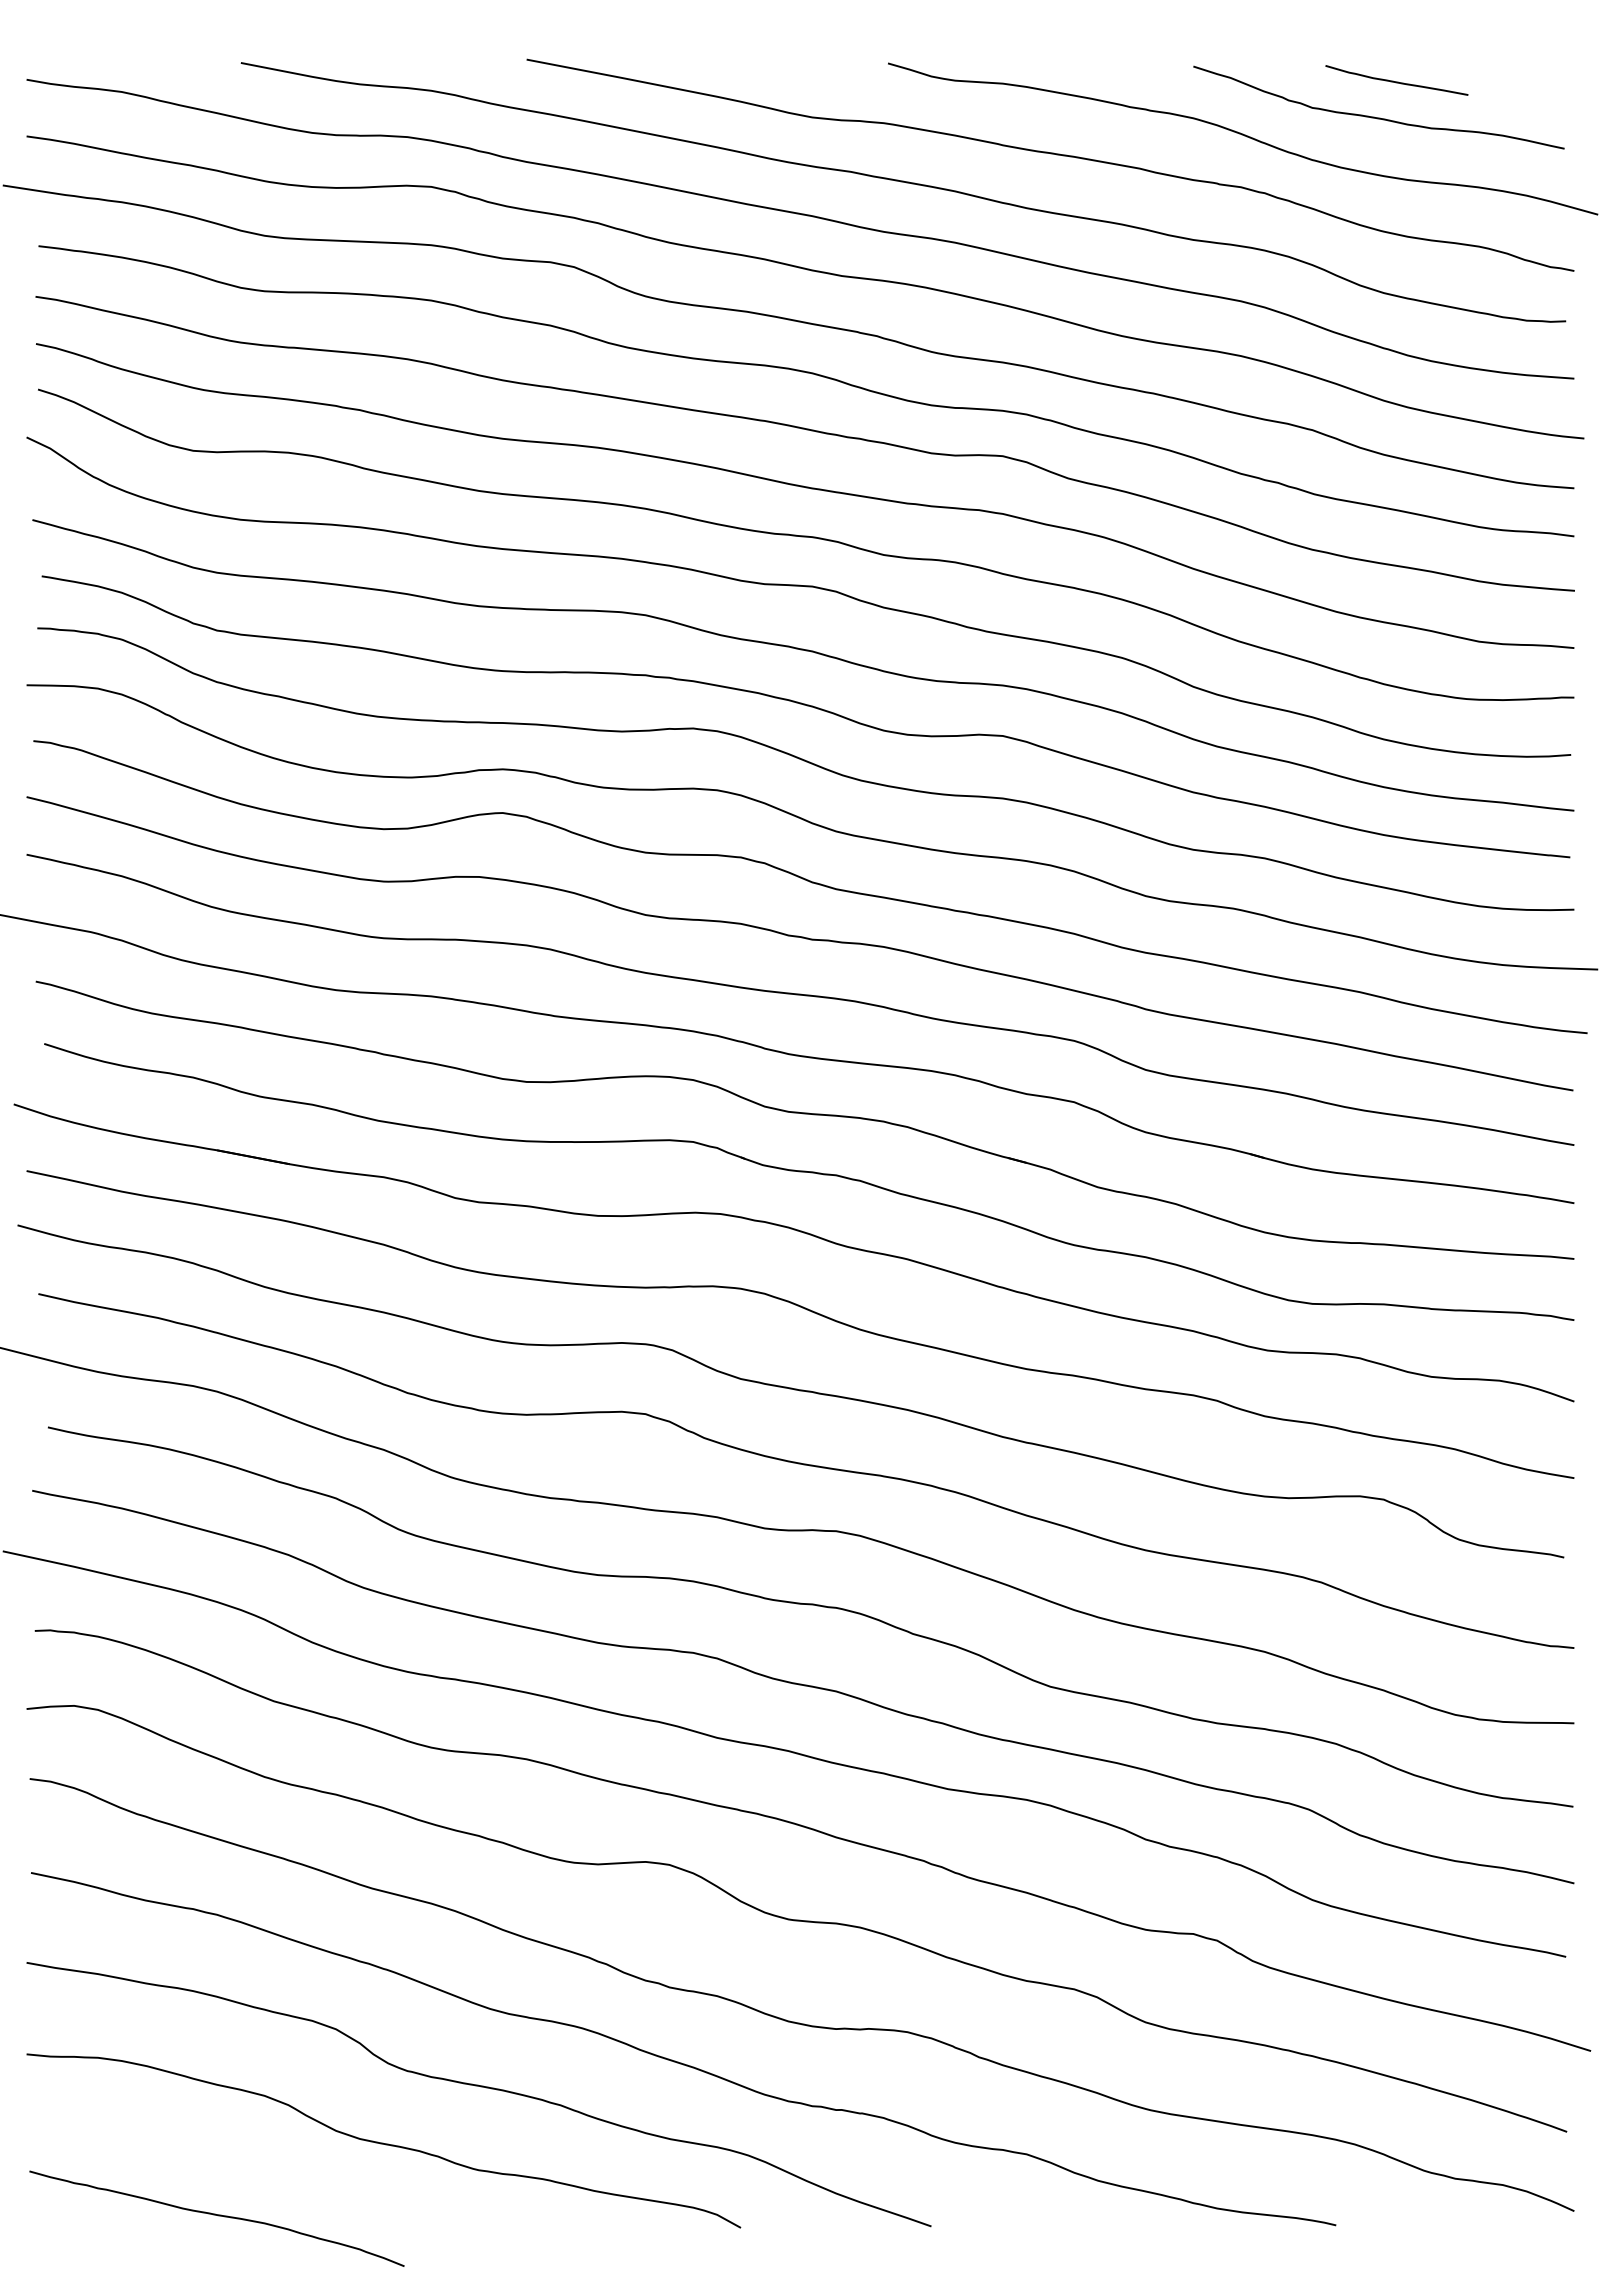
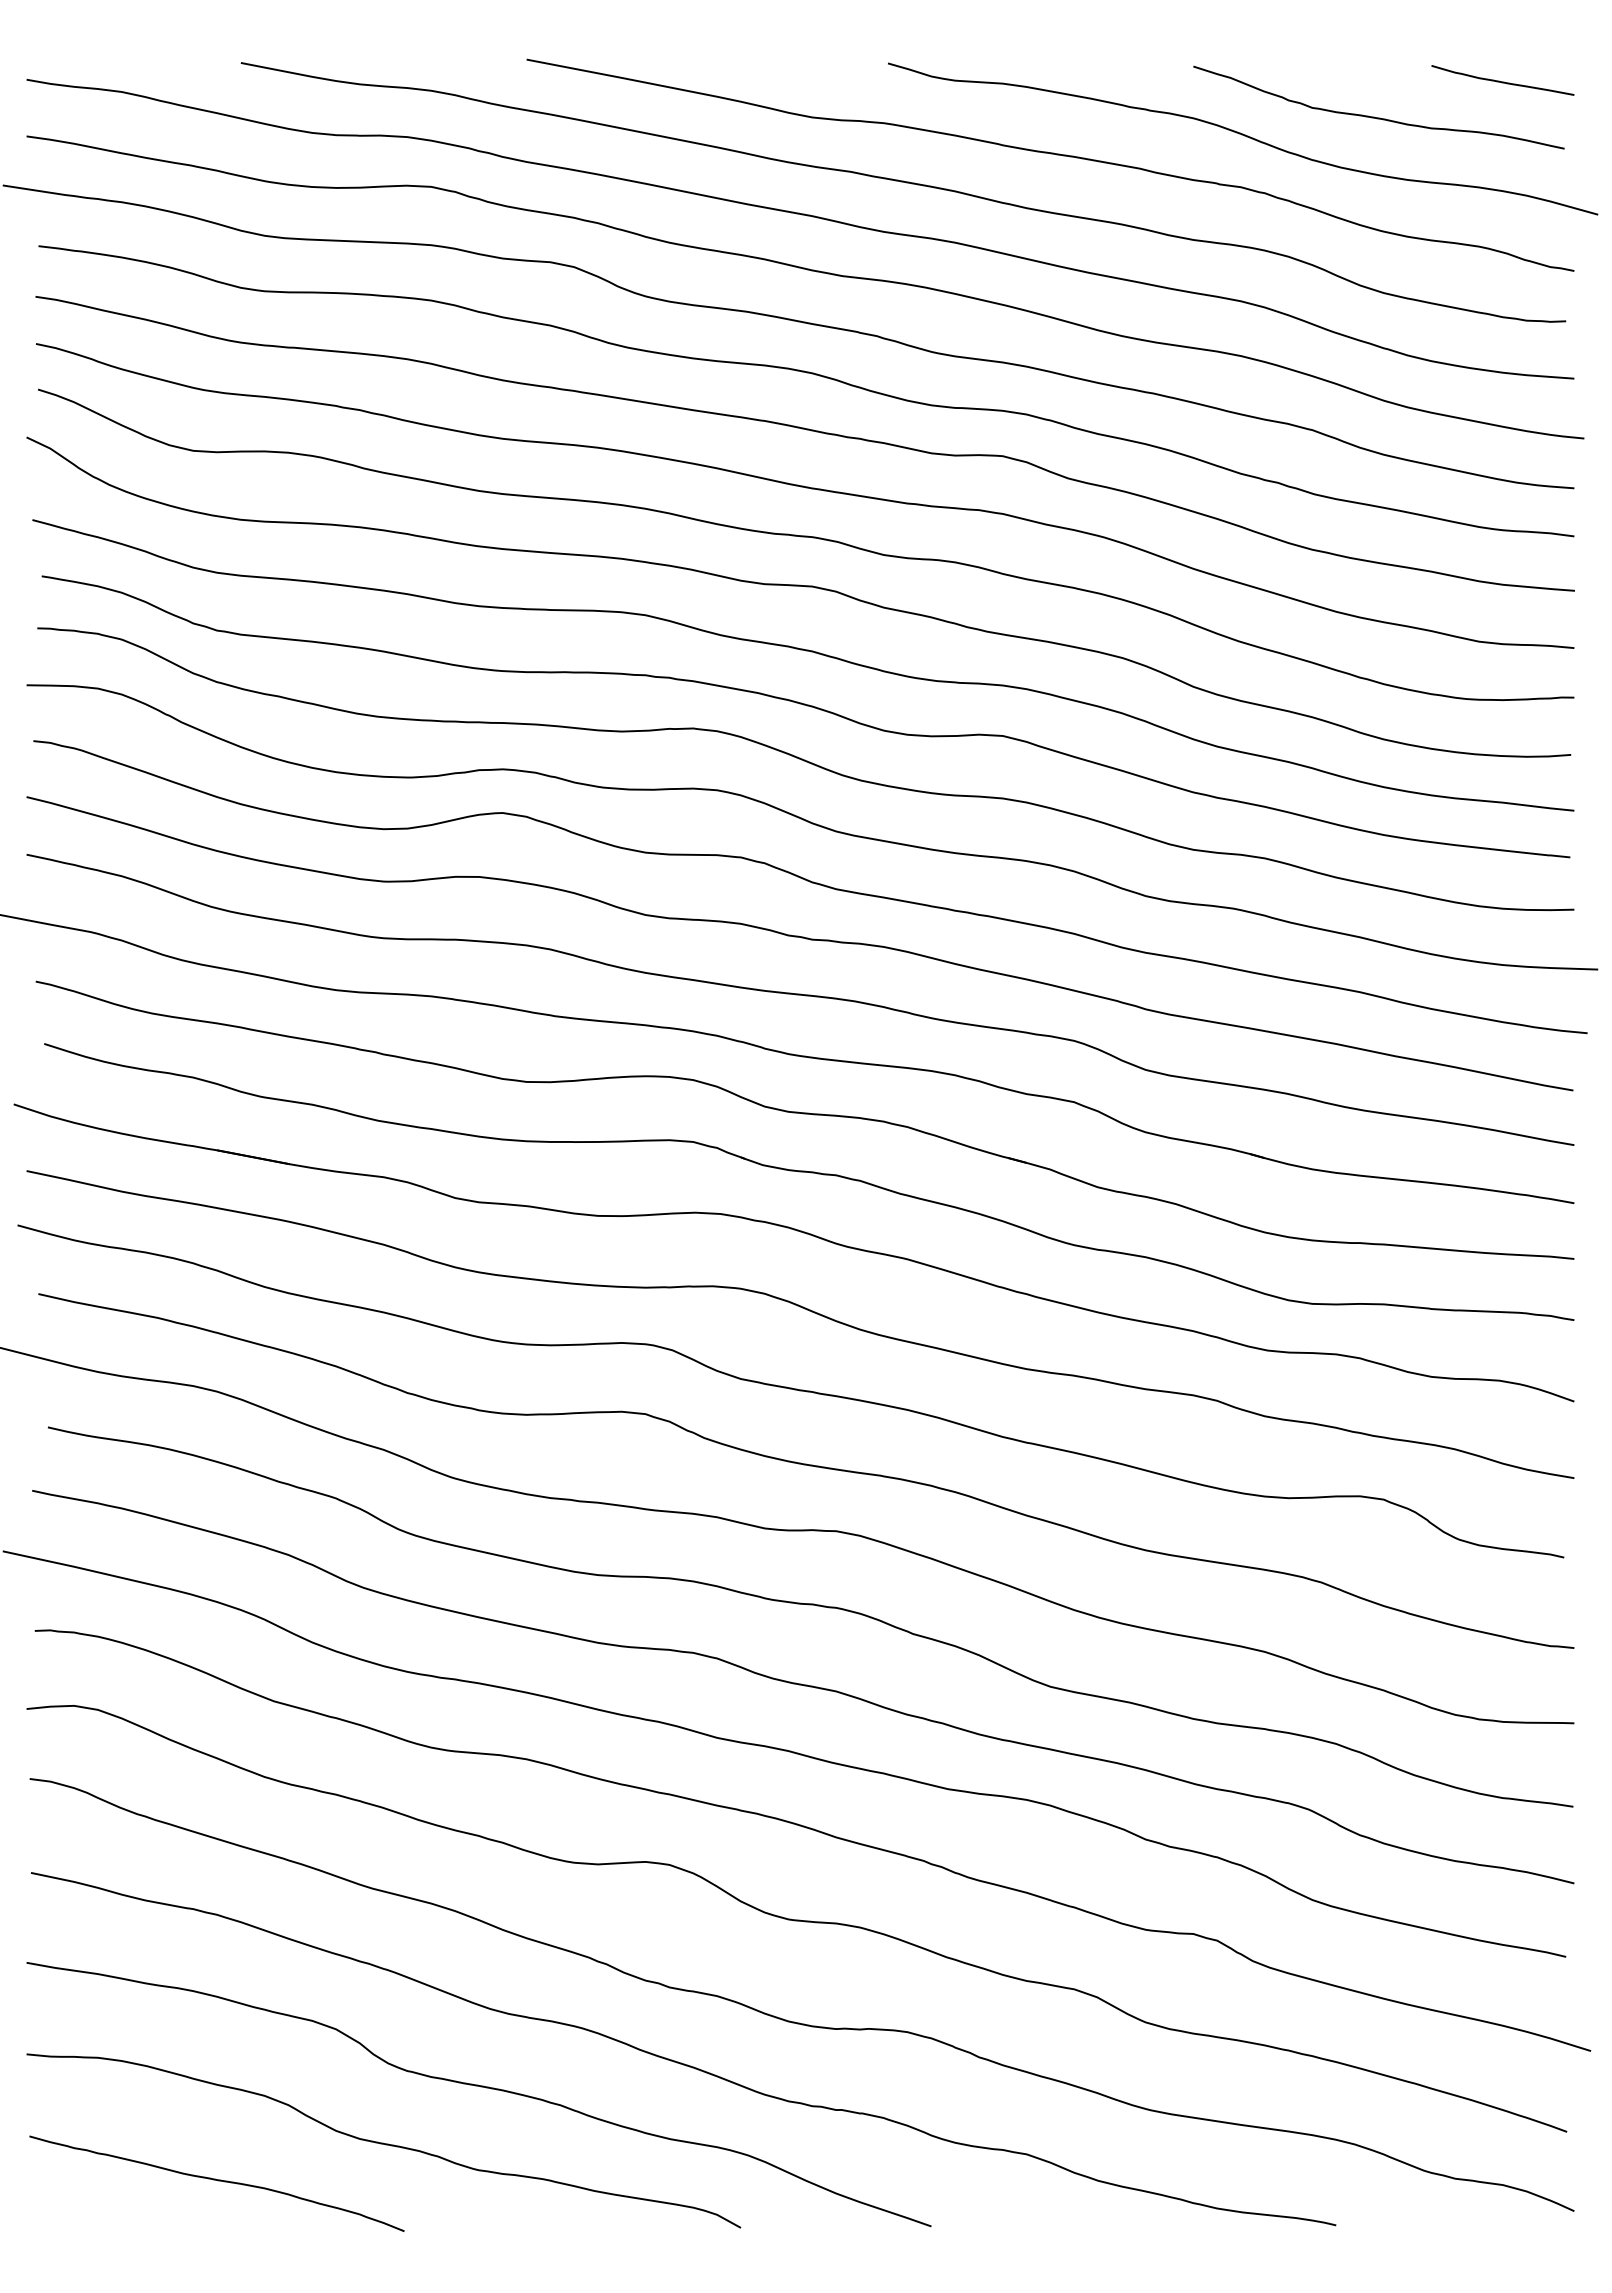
curve at (1396, 81) position: (1396, 81) -> (1502, 81)
curve at (218, 2216) position: (218, 2216) -> (218, 2181)
